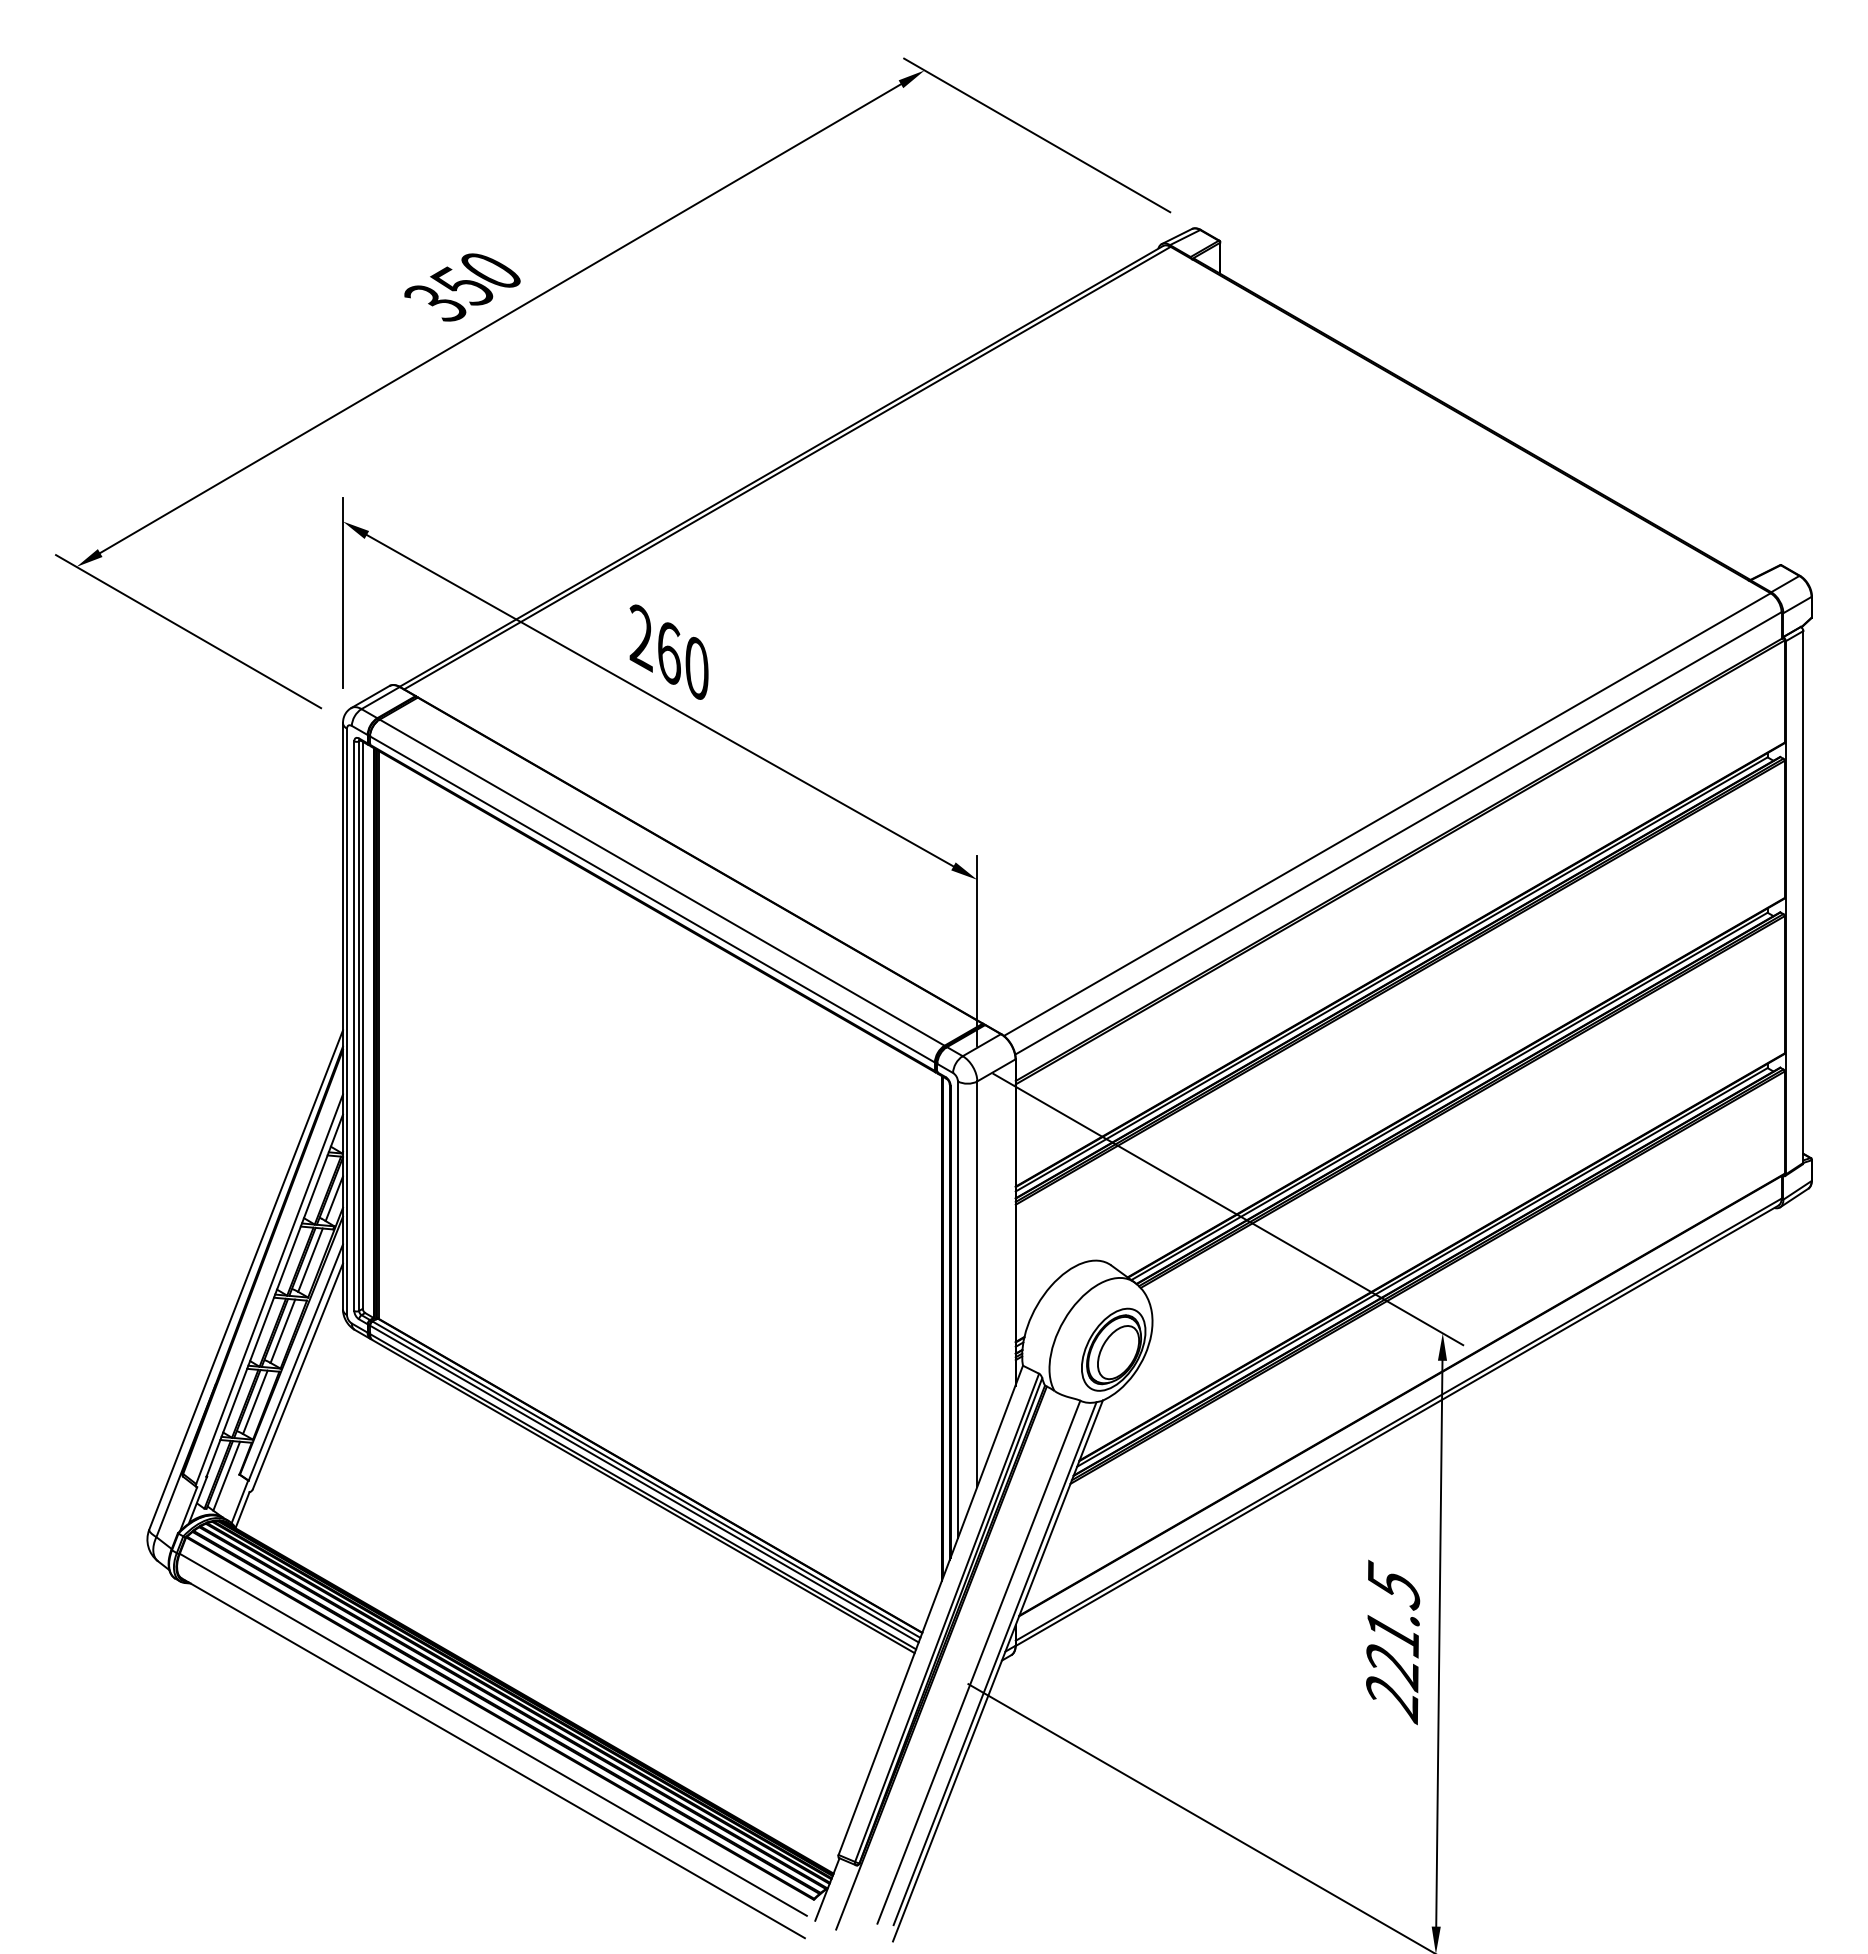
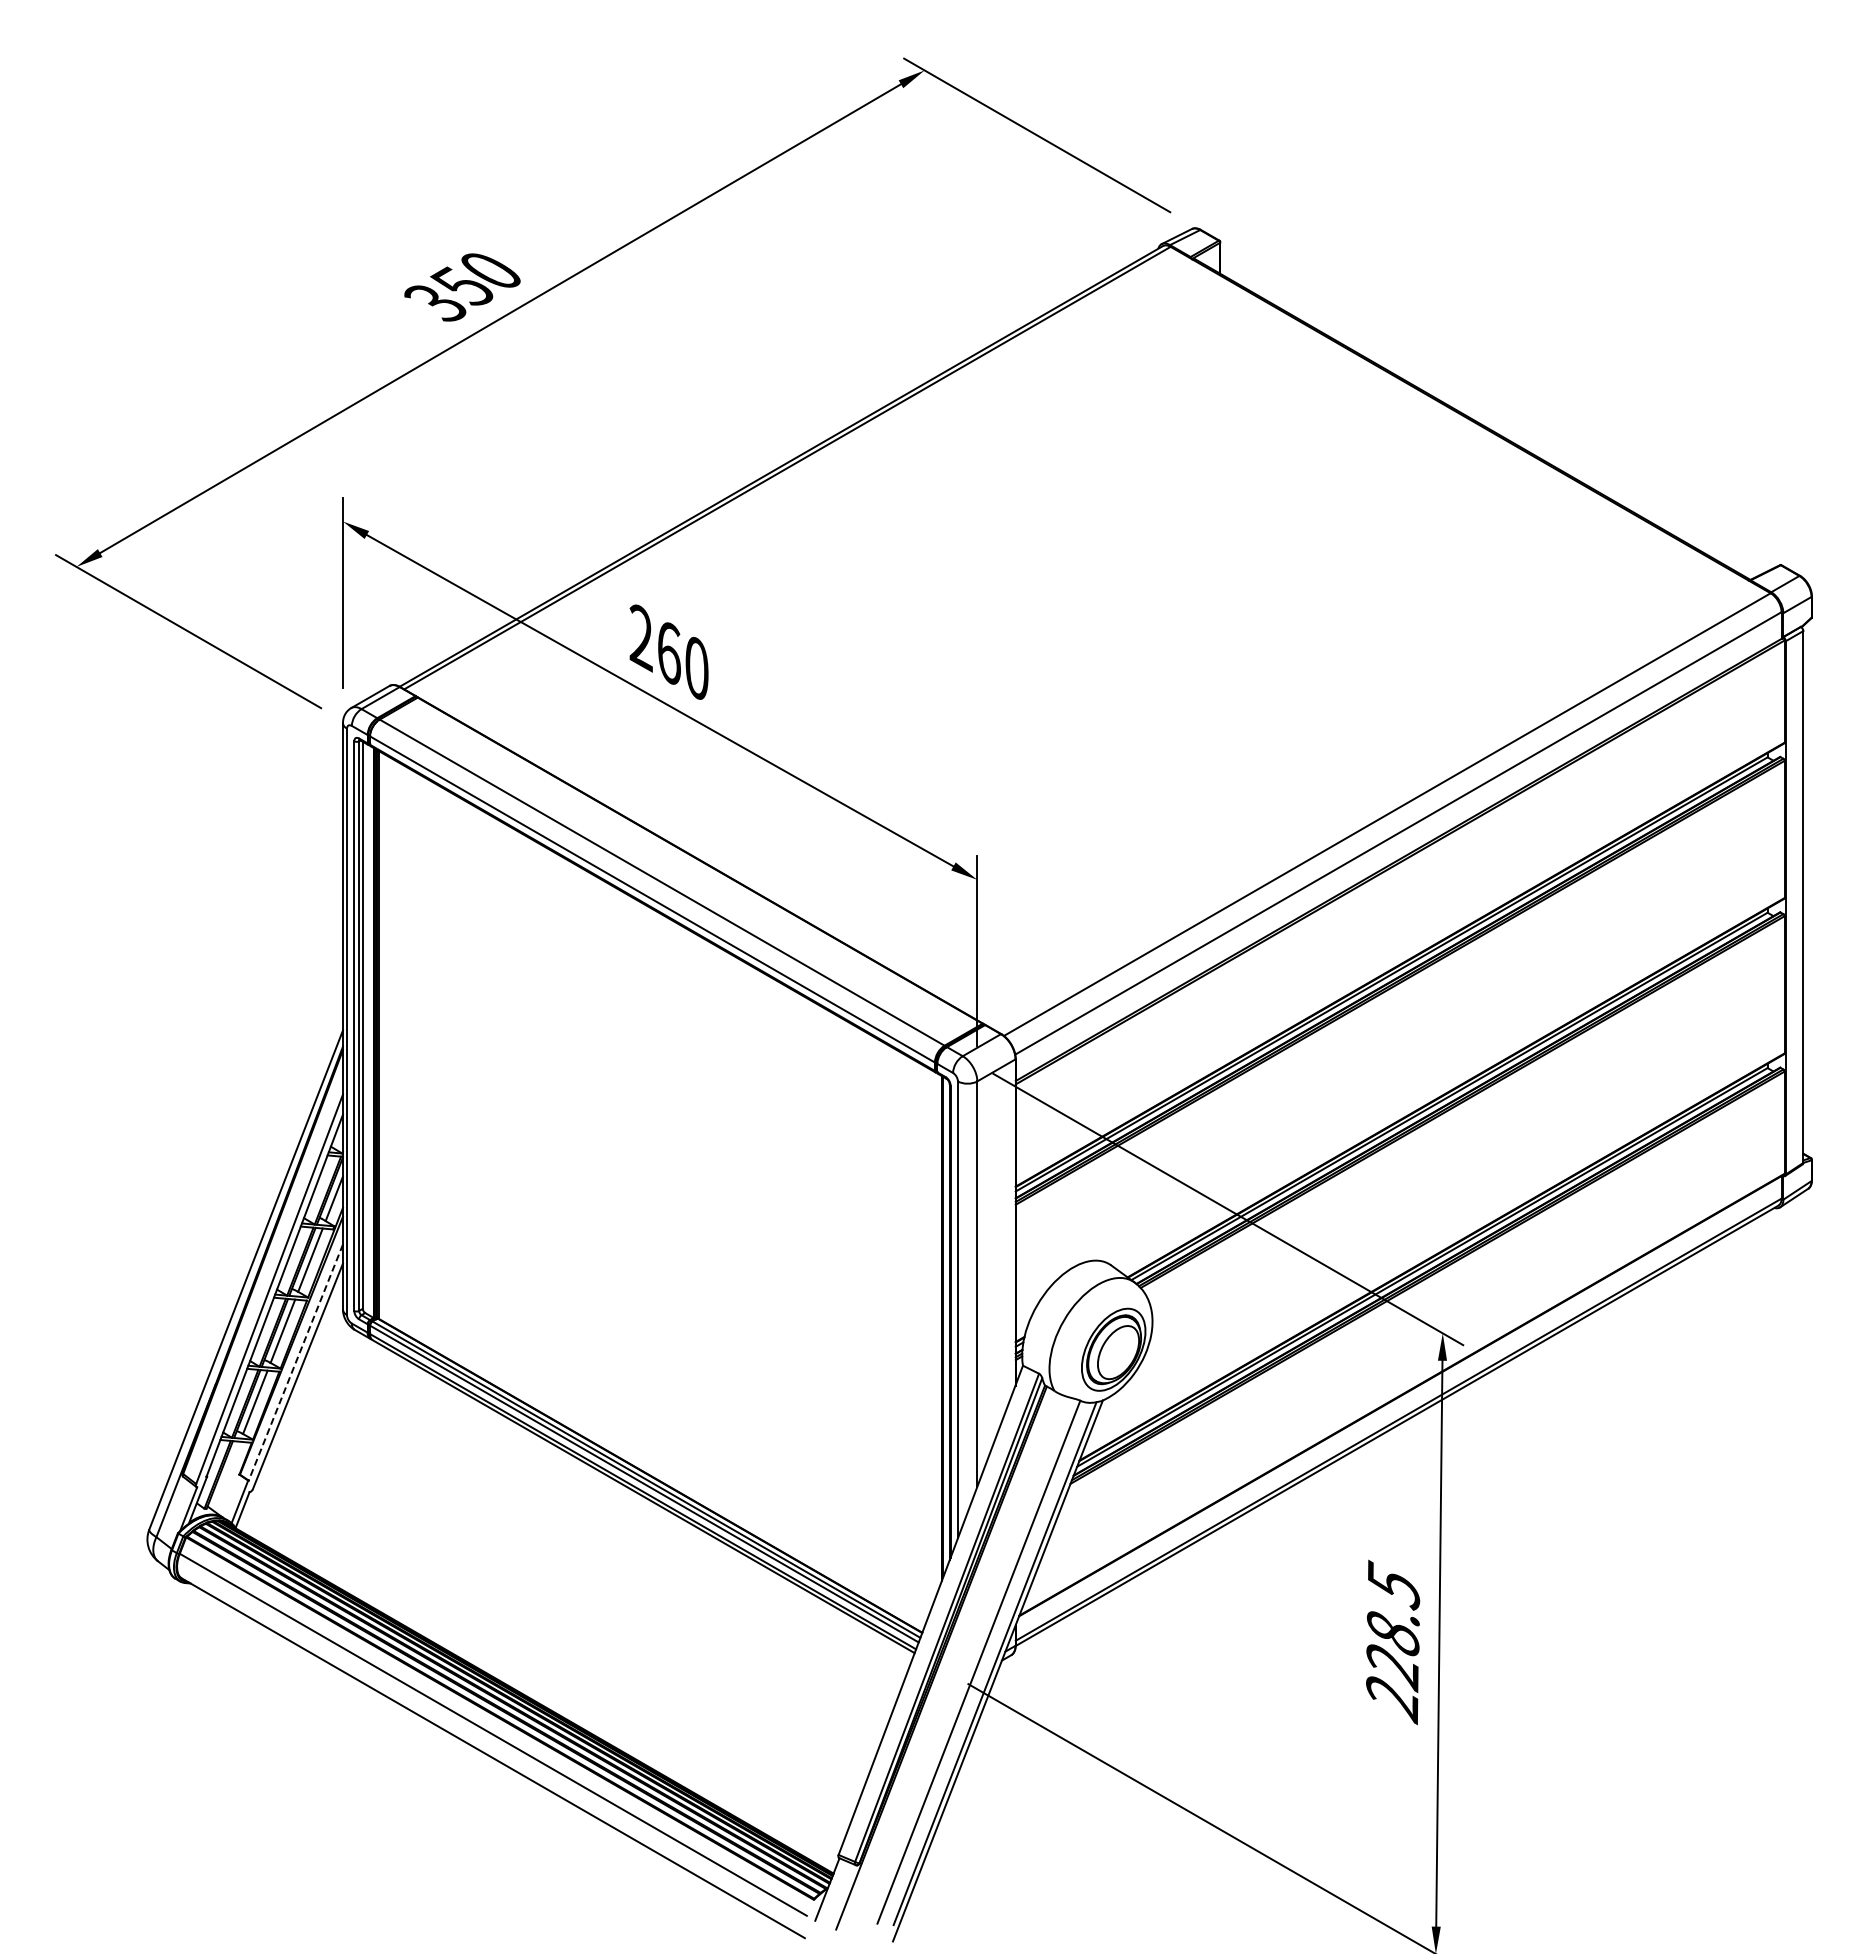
line at (295, 1363): solid -> dashed
line at (226, 1475): present -> none
text at (1392, 1634): 221.5 -> 228.5
